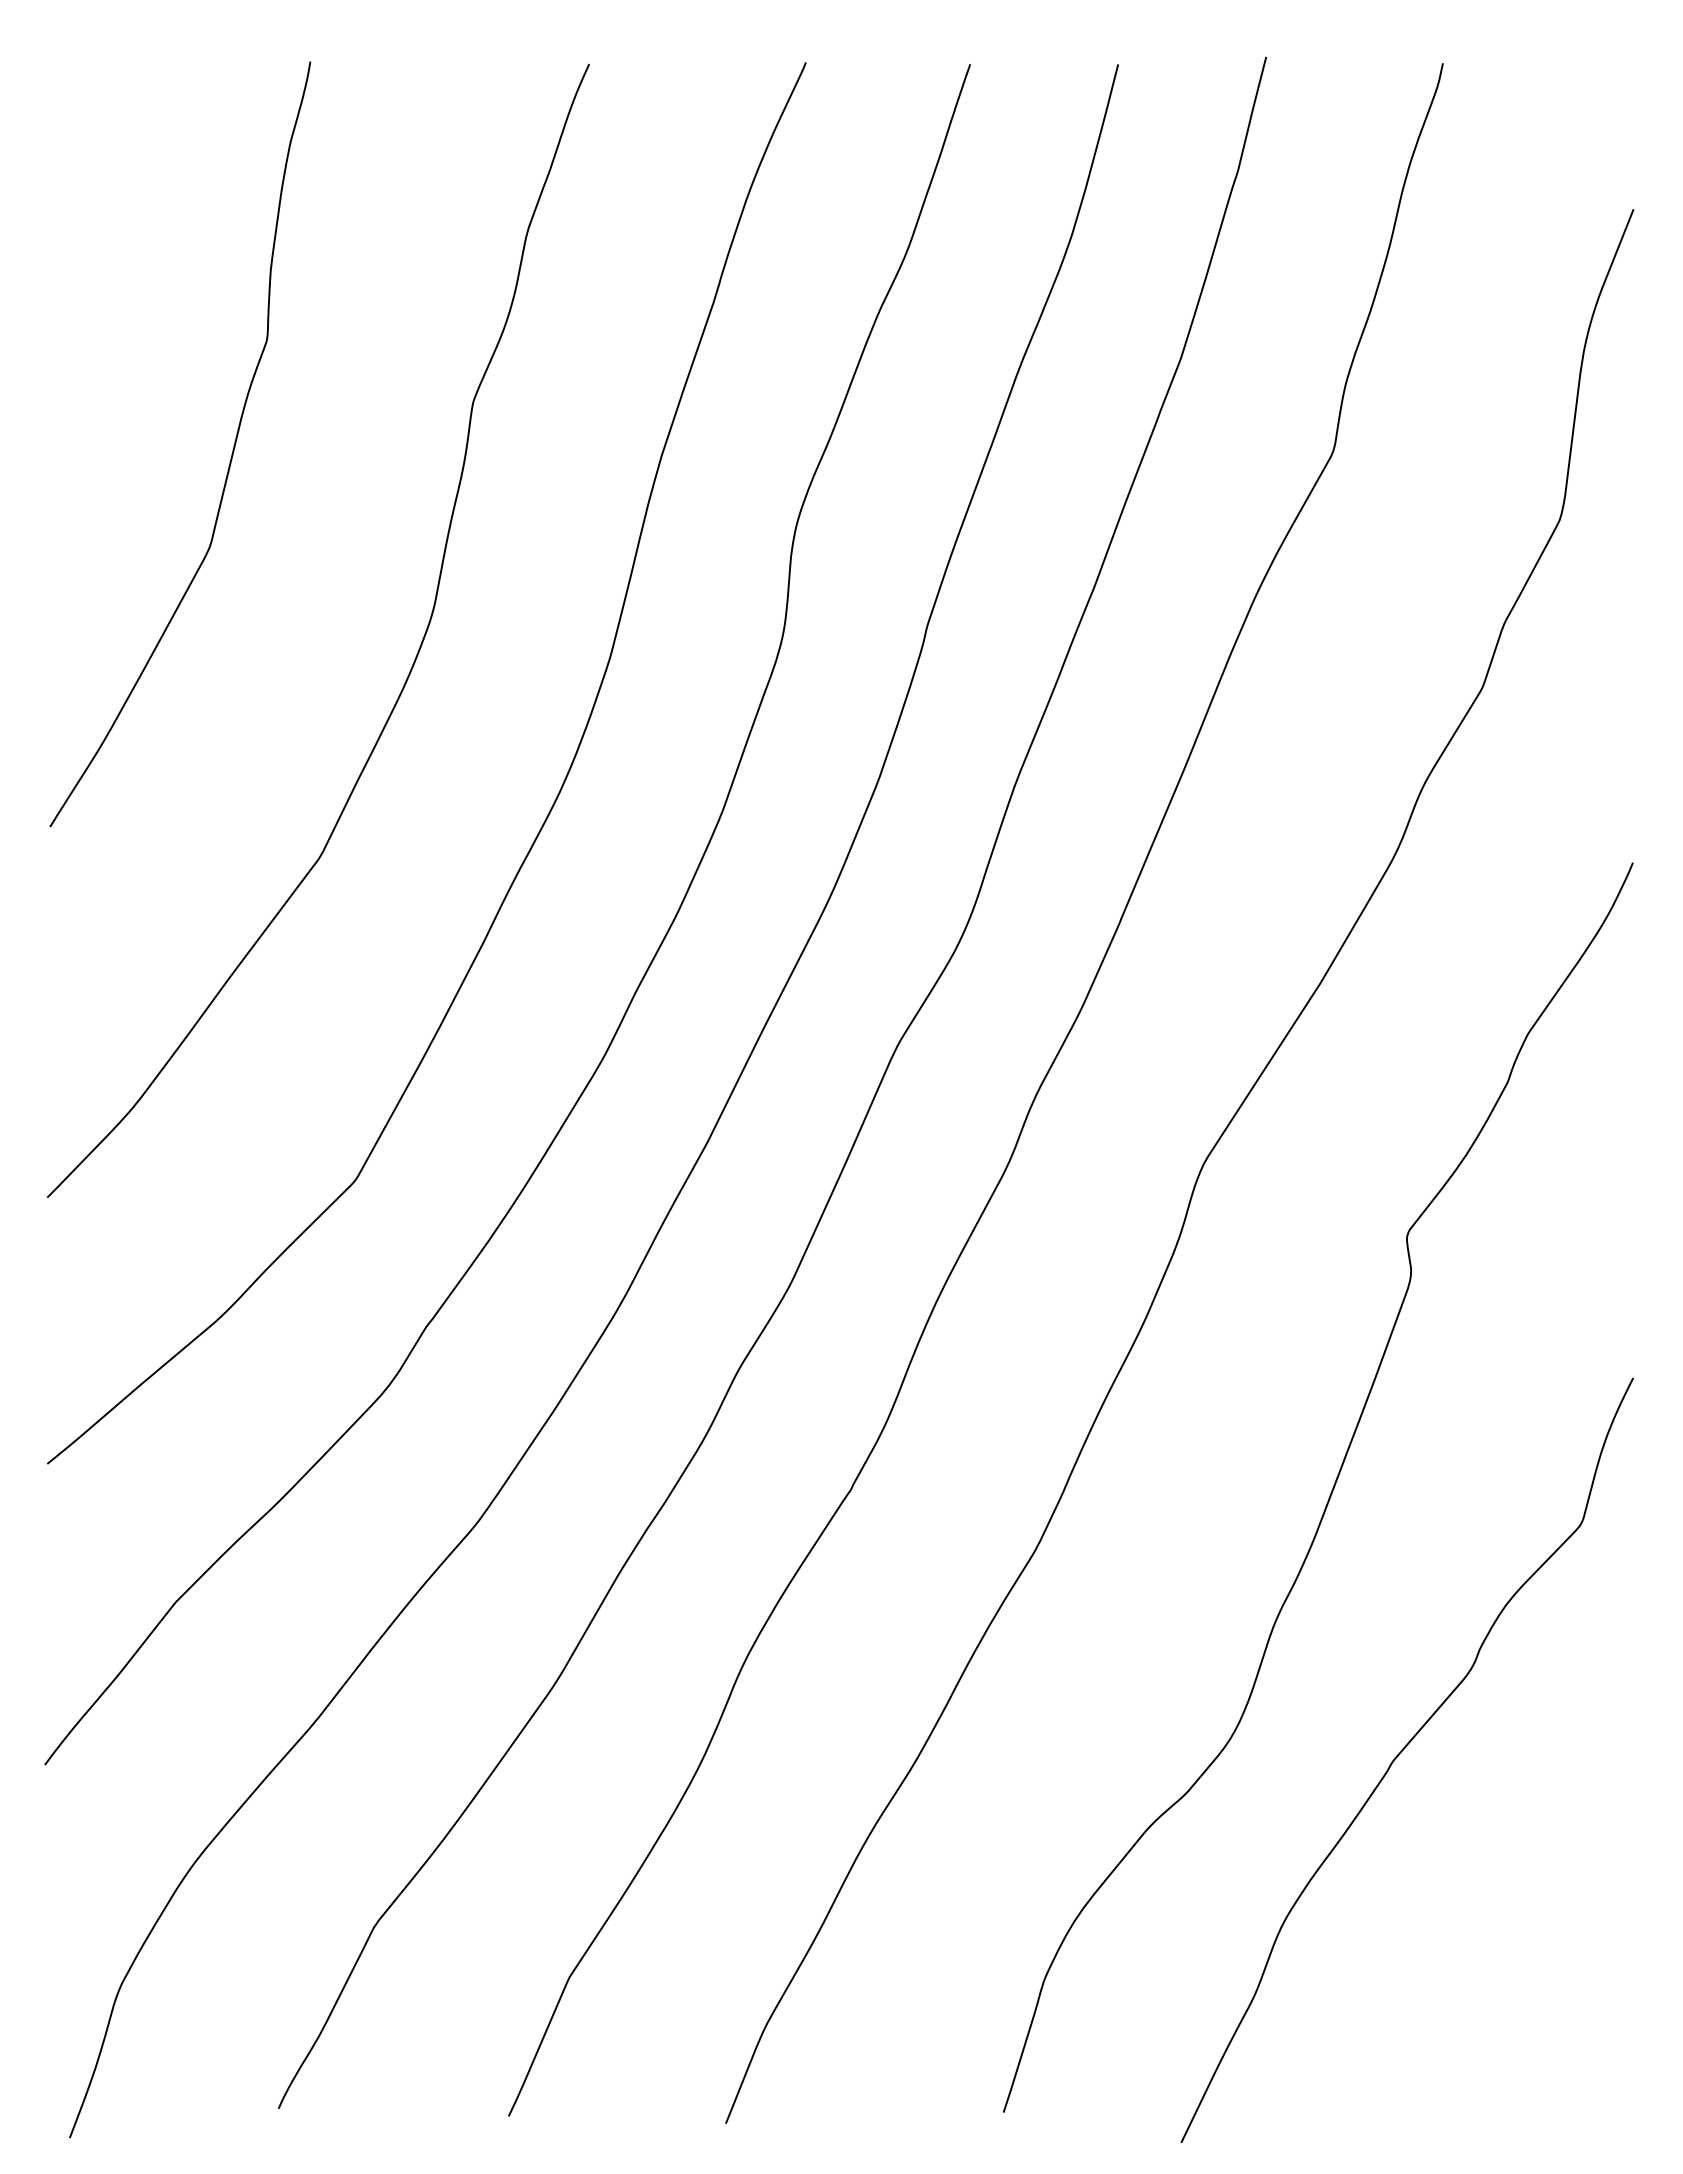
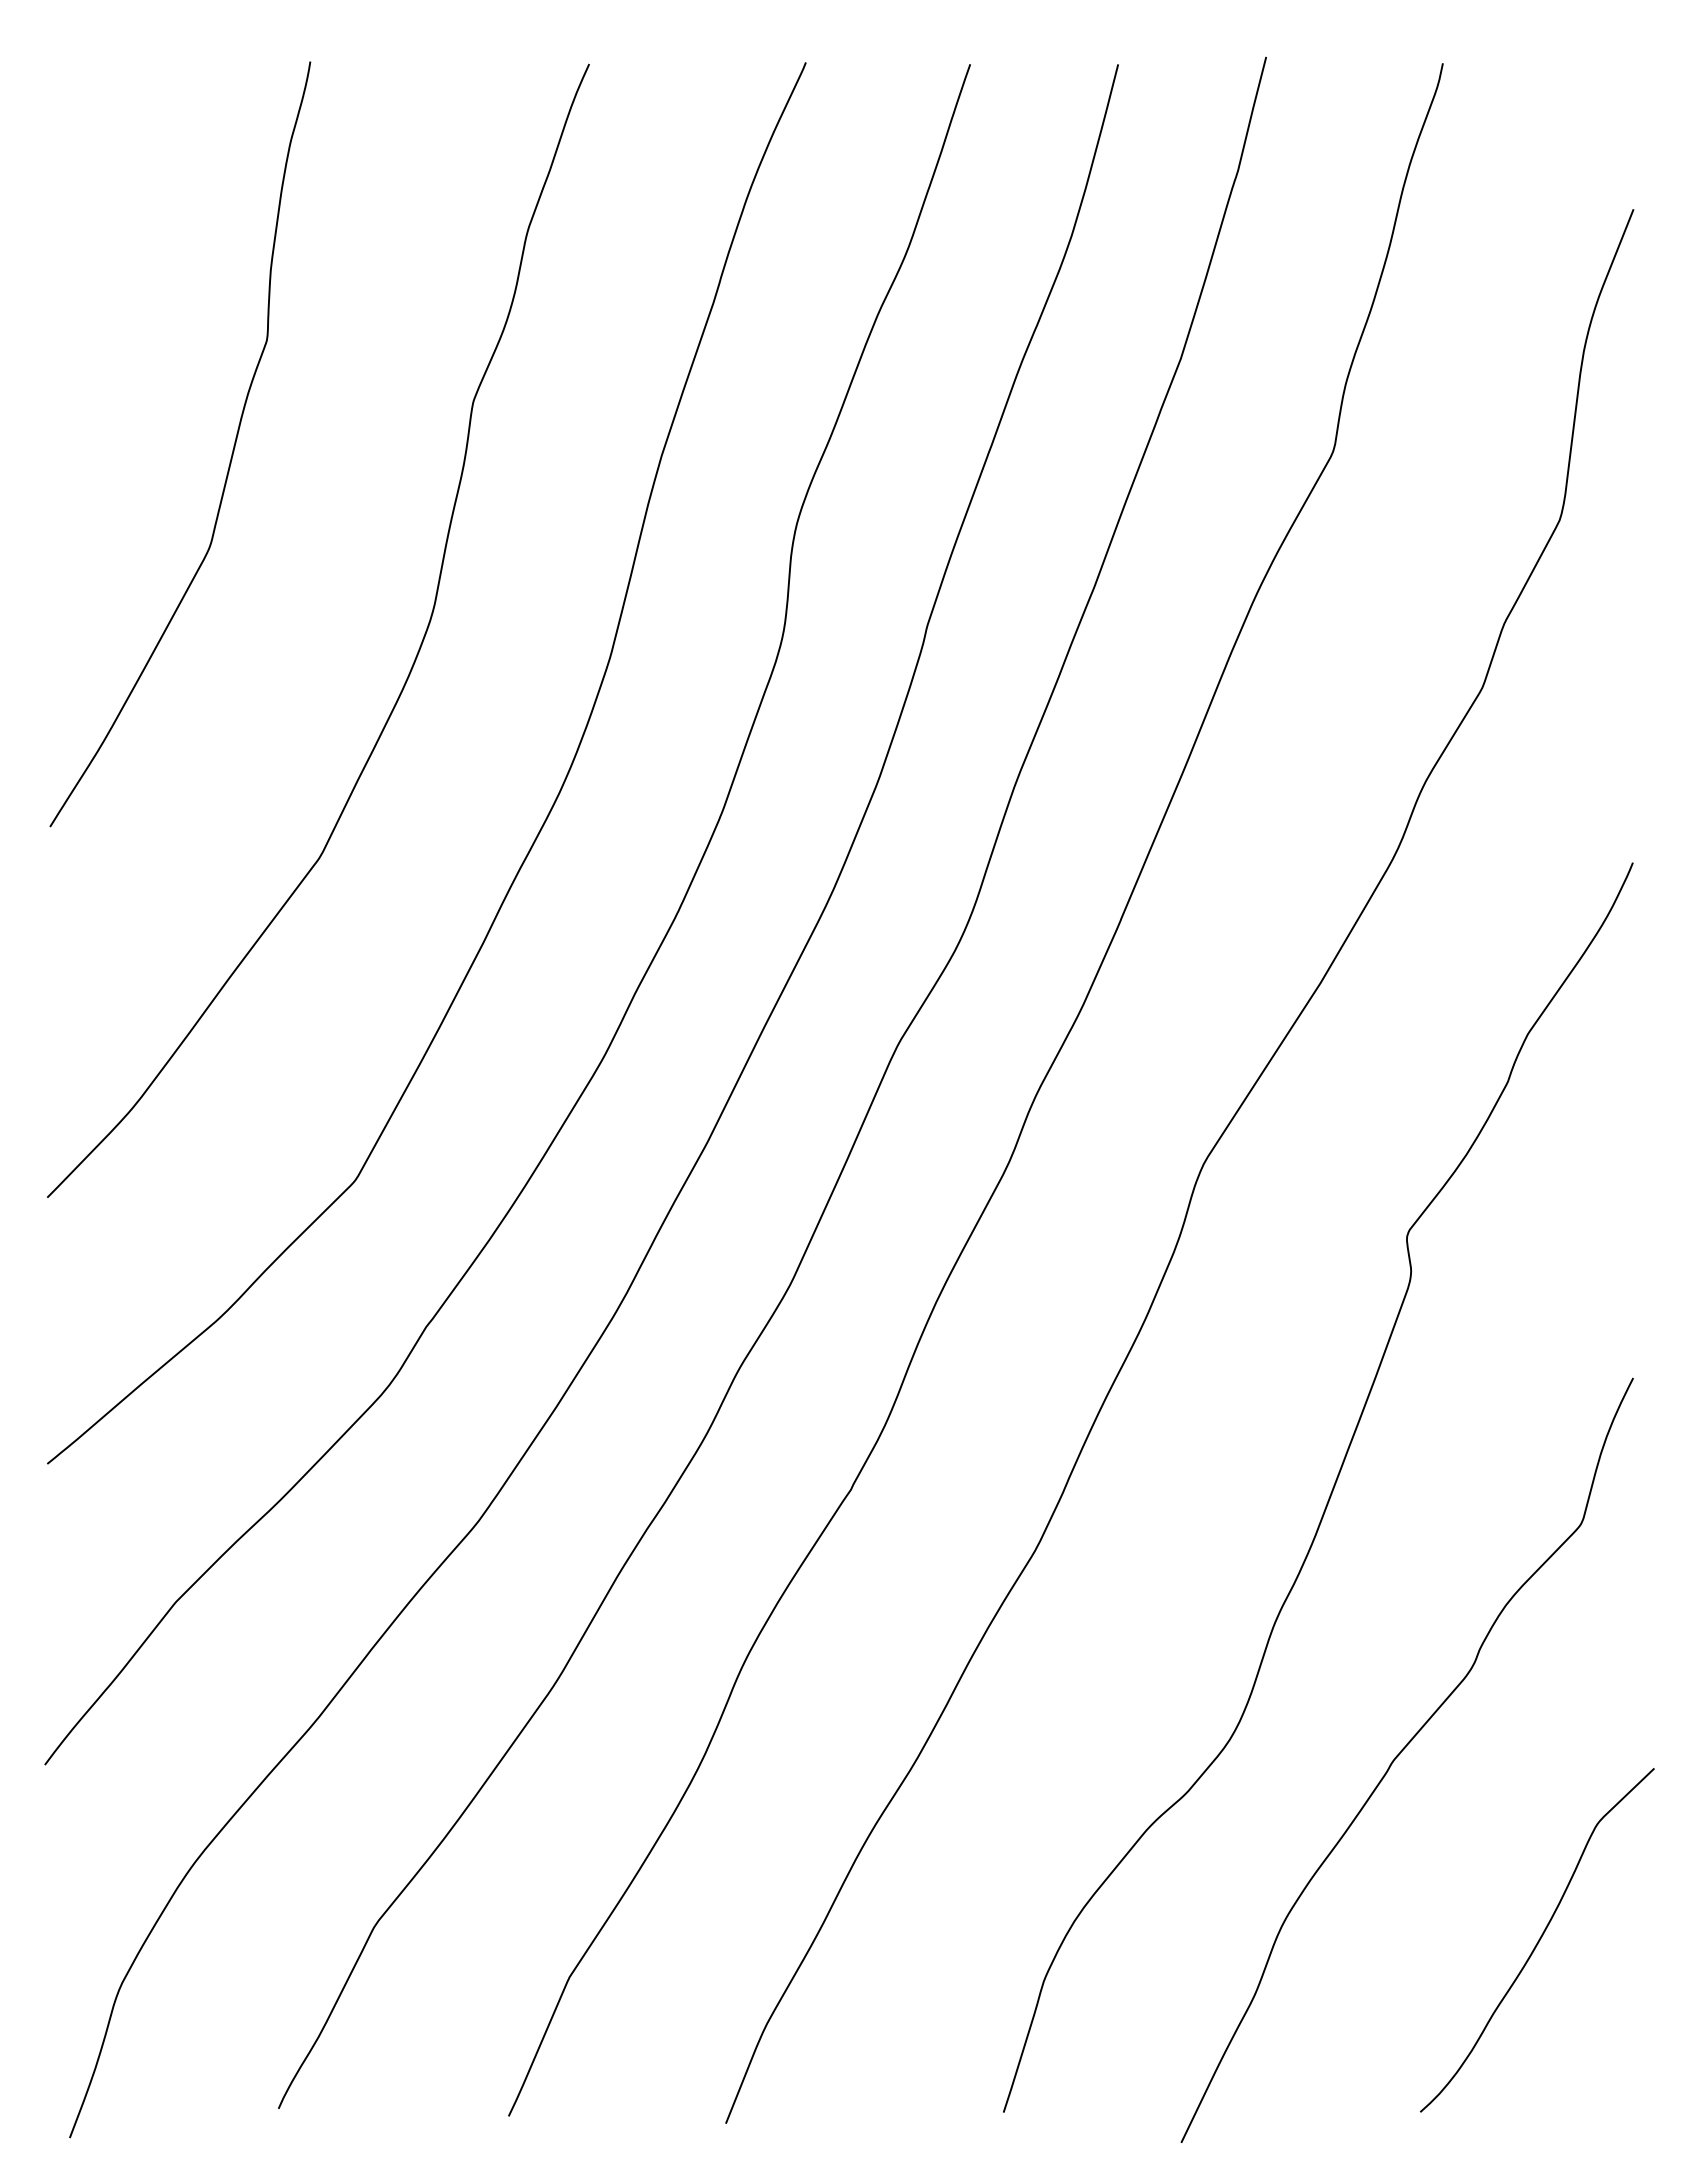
curve at (1538, 1940): none -> present
